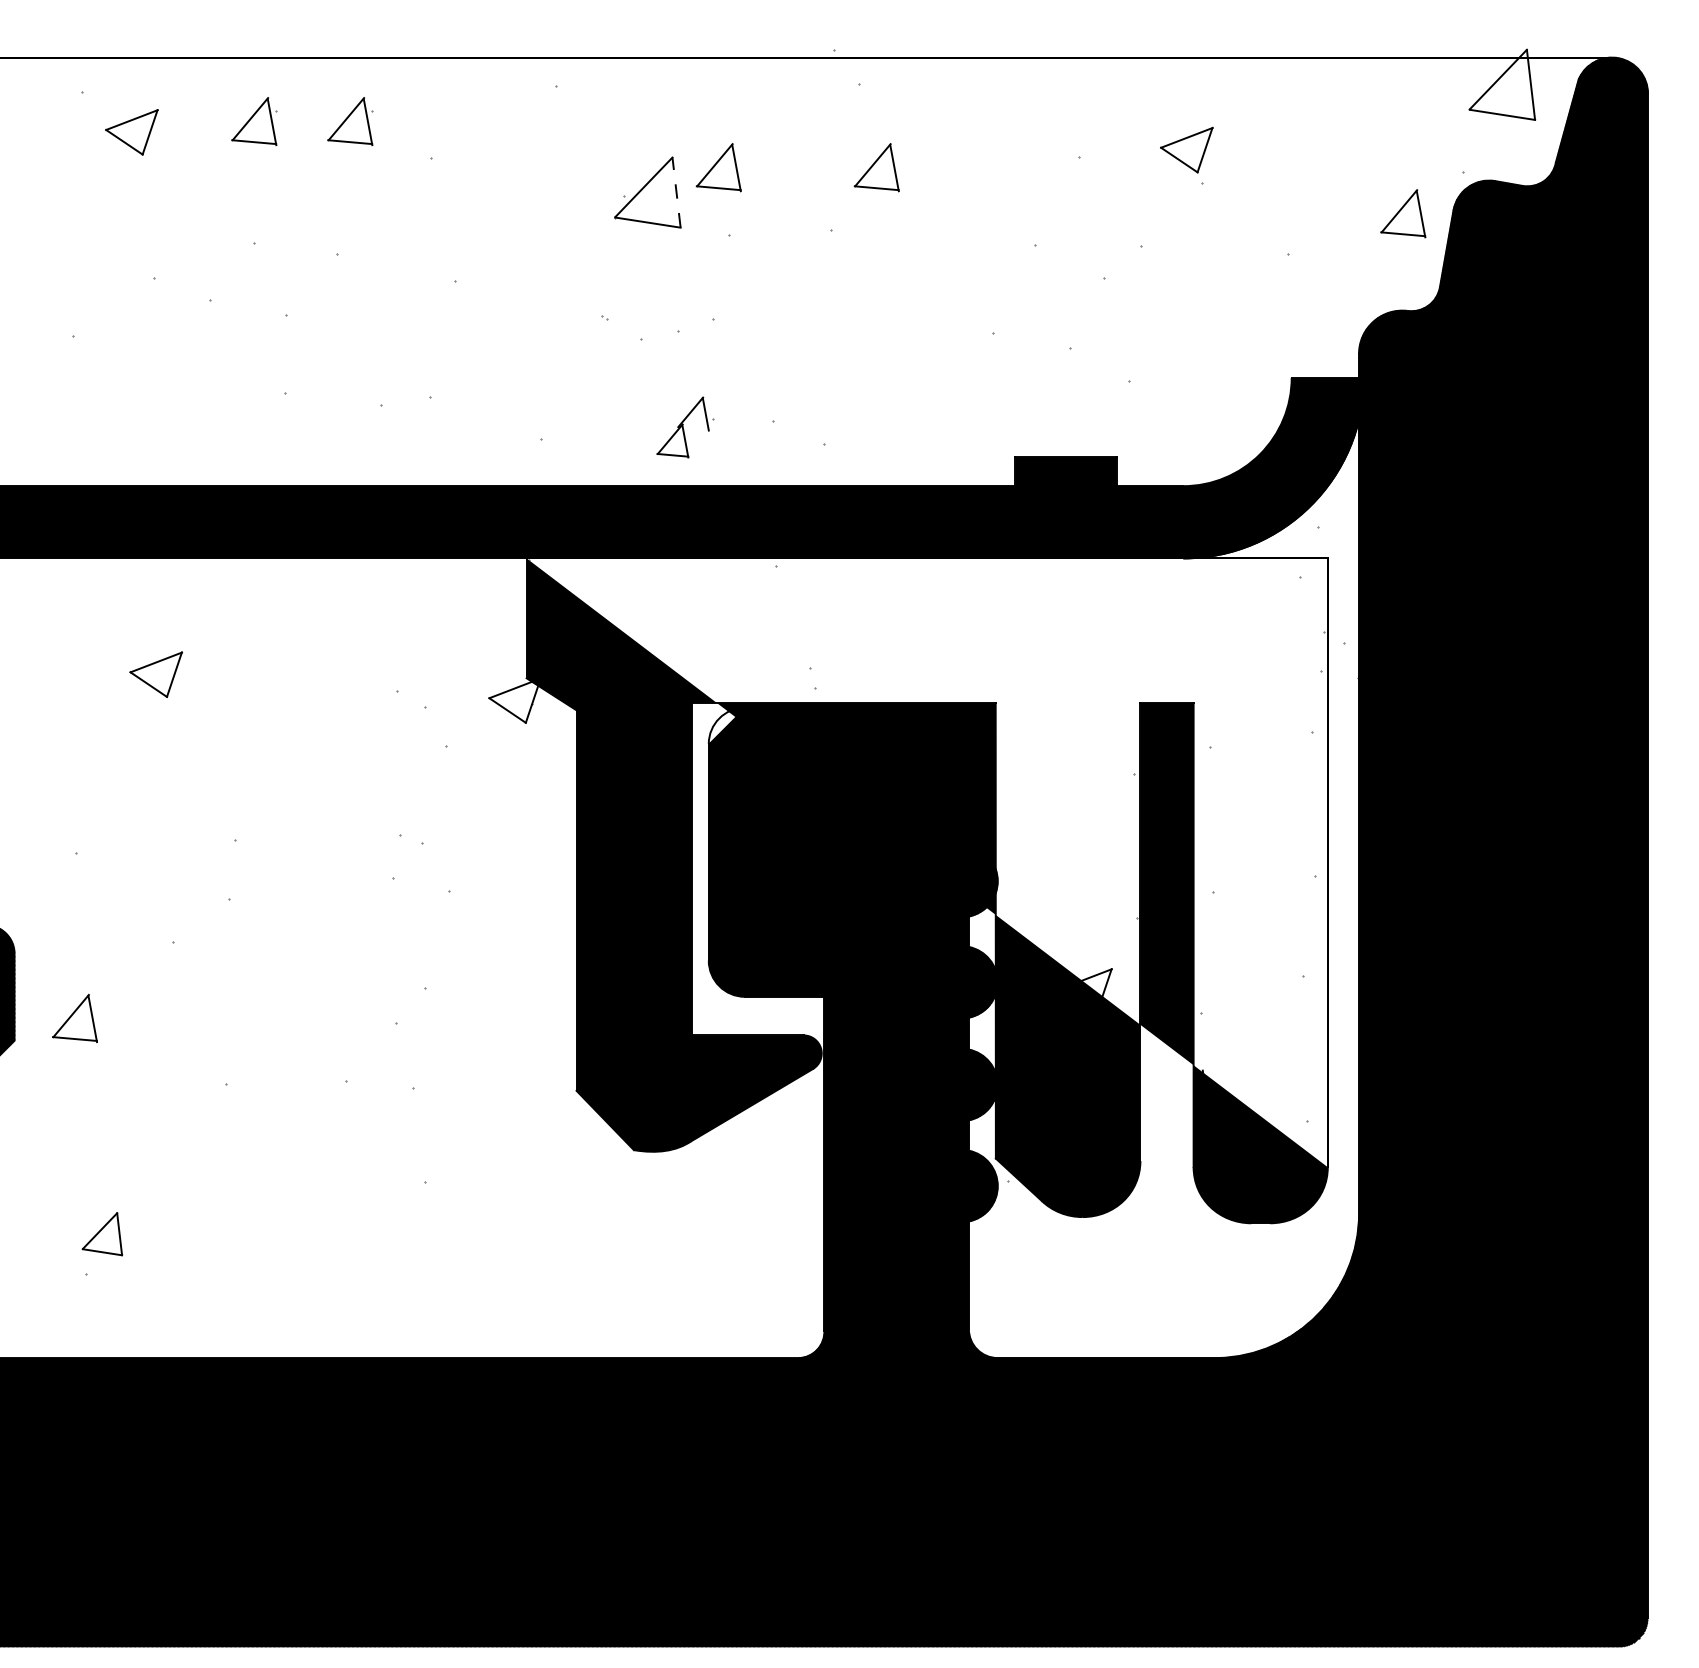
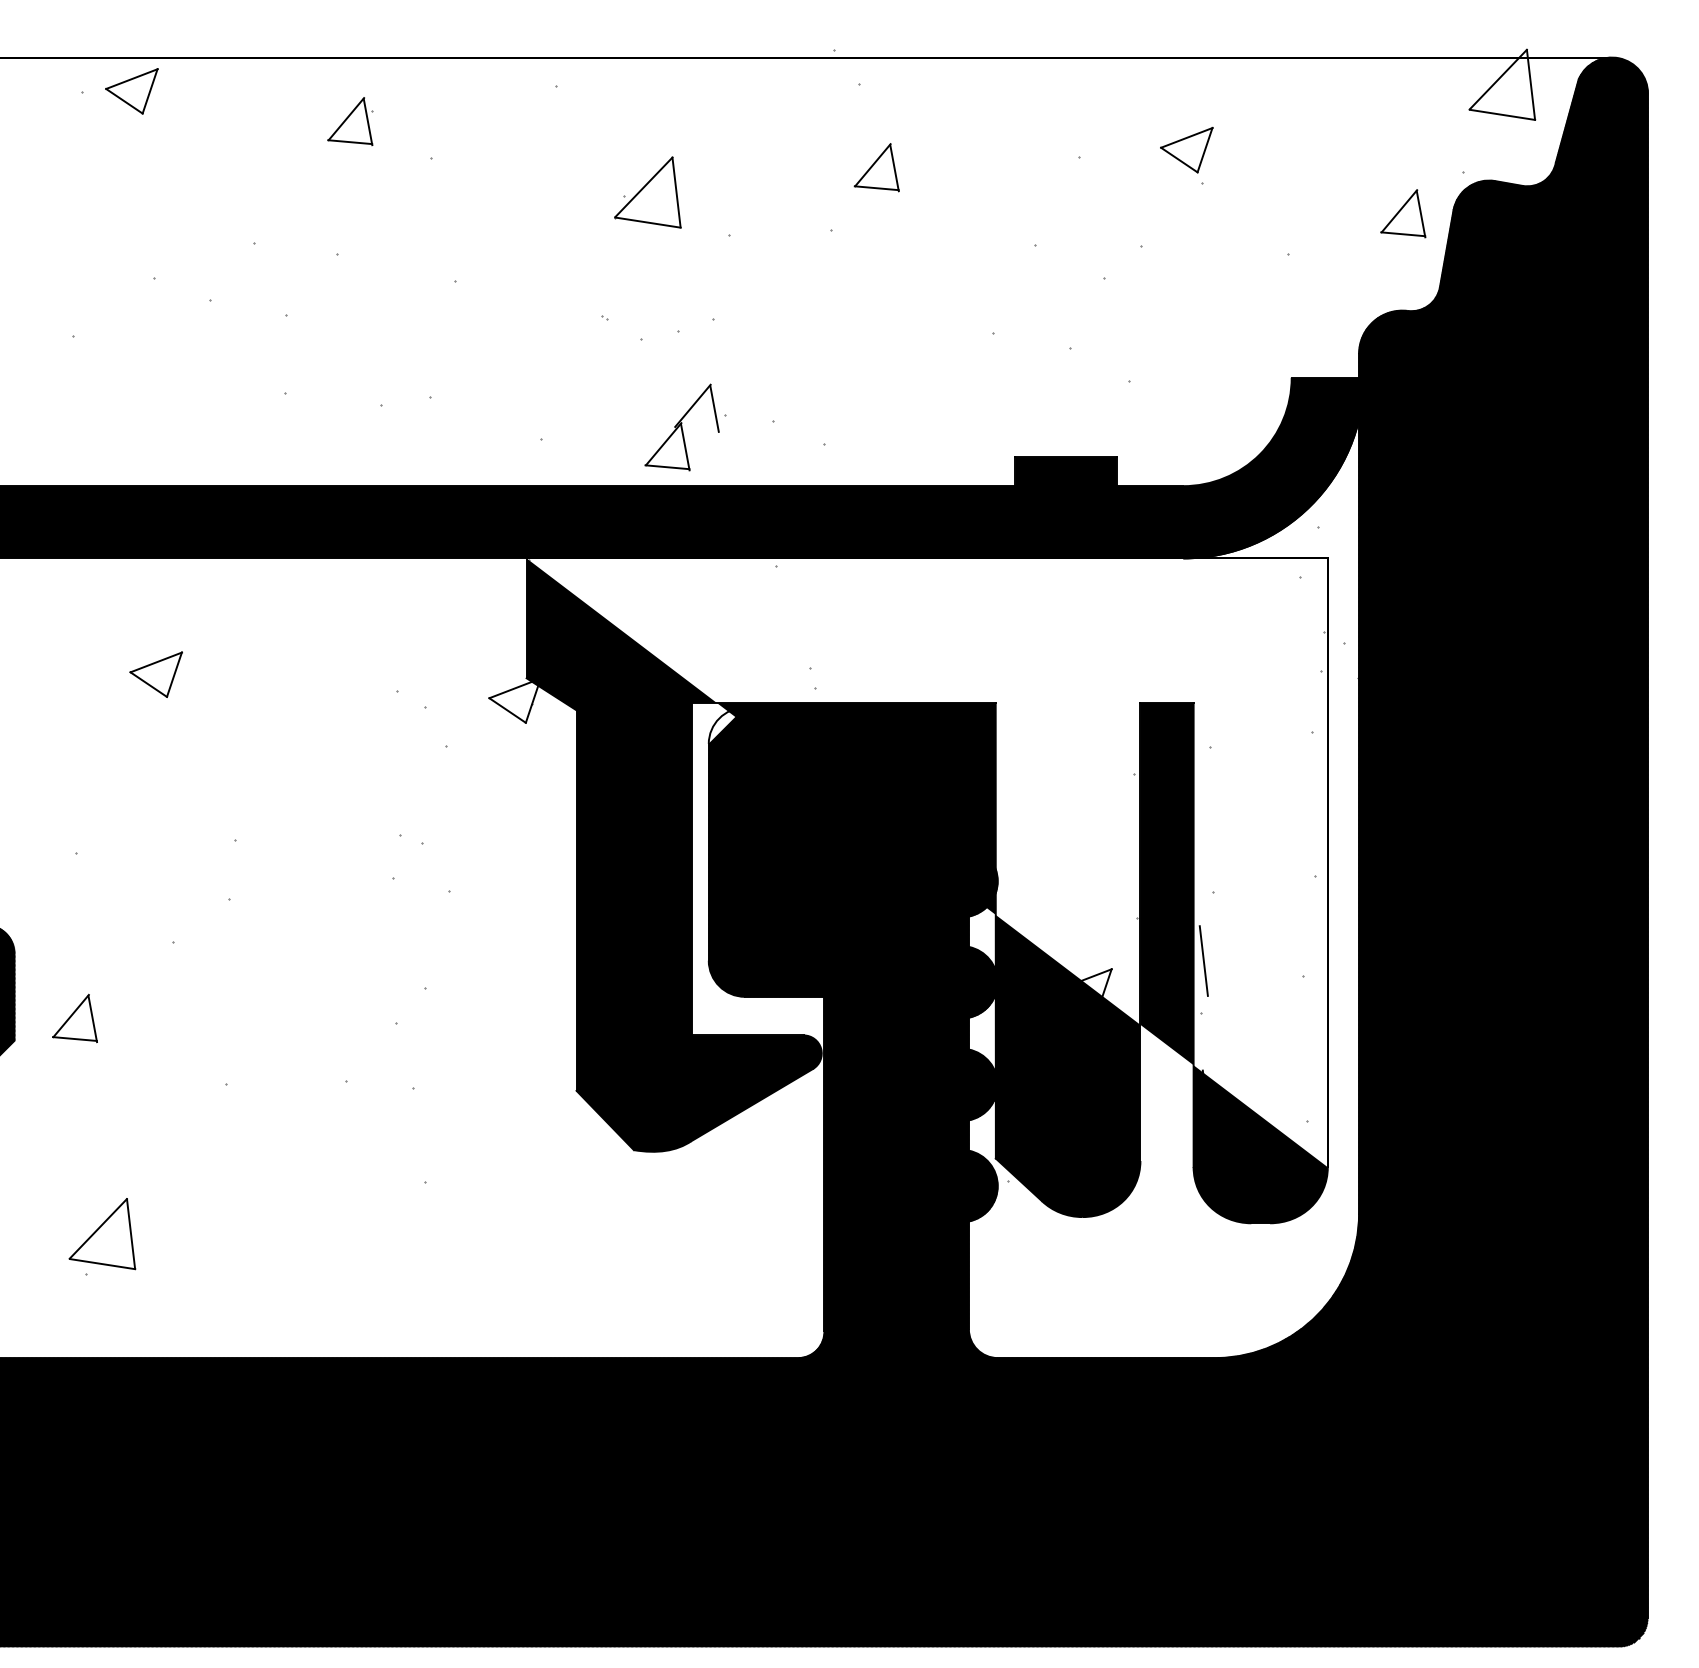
part at (254, 121): present -> none
part at (131, 132) position: (131, 132) -> (131, 91)
part at (718, 167): present -> none
line at (676, 192): dashed -> solid
part at (685, 427) size: 59x63 px -> 83x89 px
line at (1203, 960): none -> present
part at (102, 1234) size: 43x45 px -> 69x73 px
